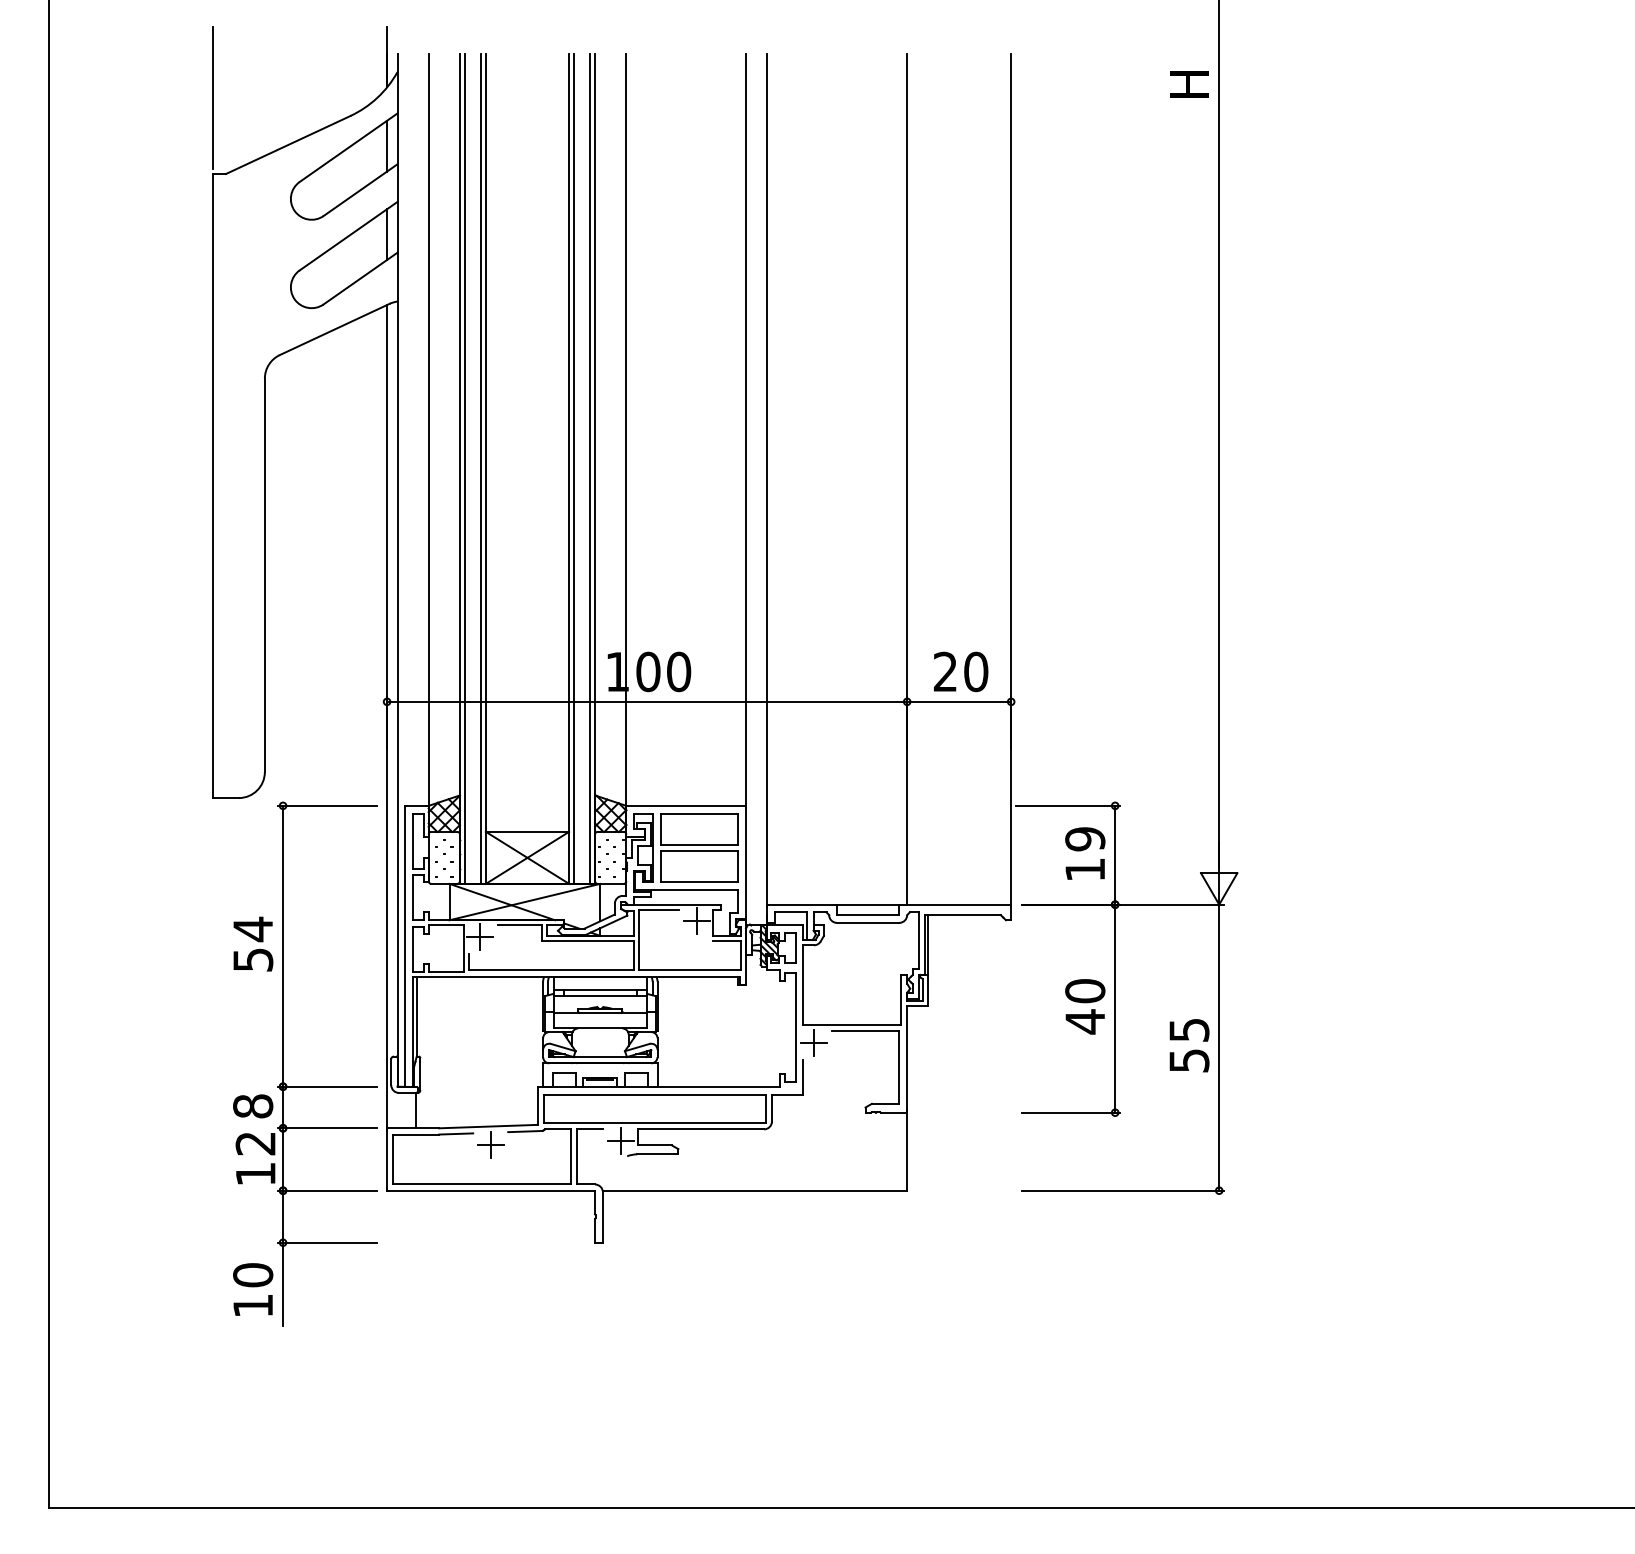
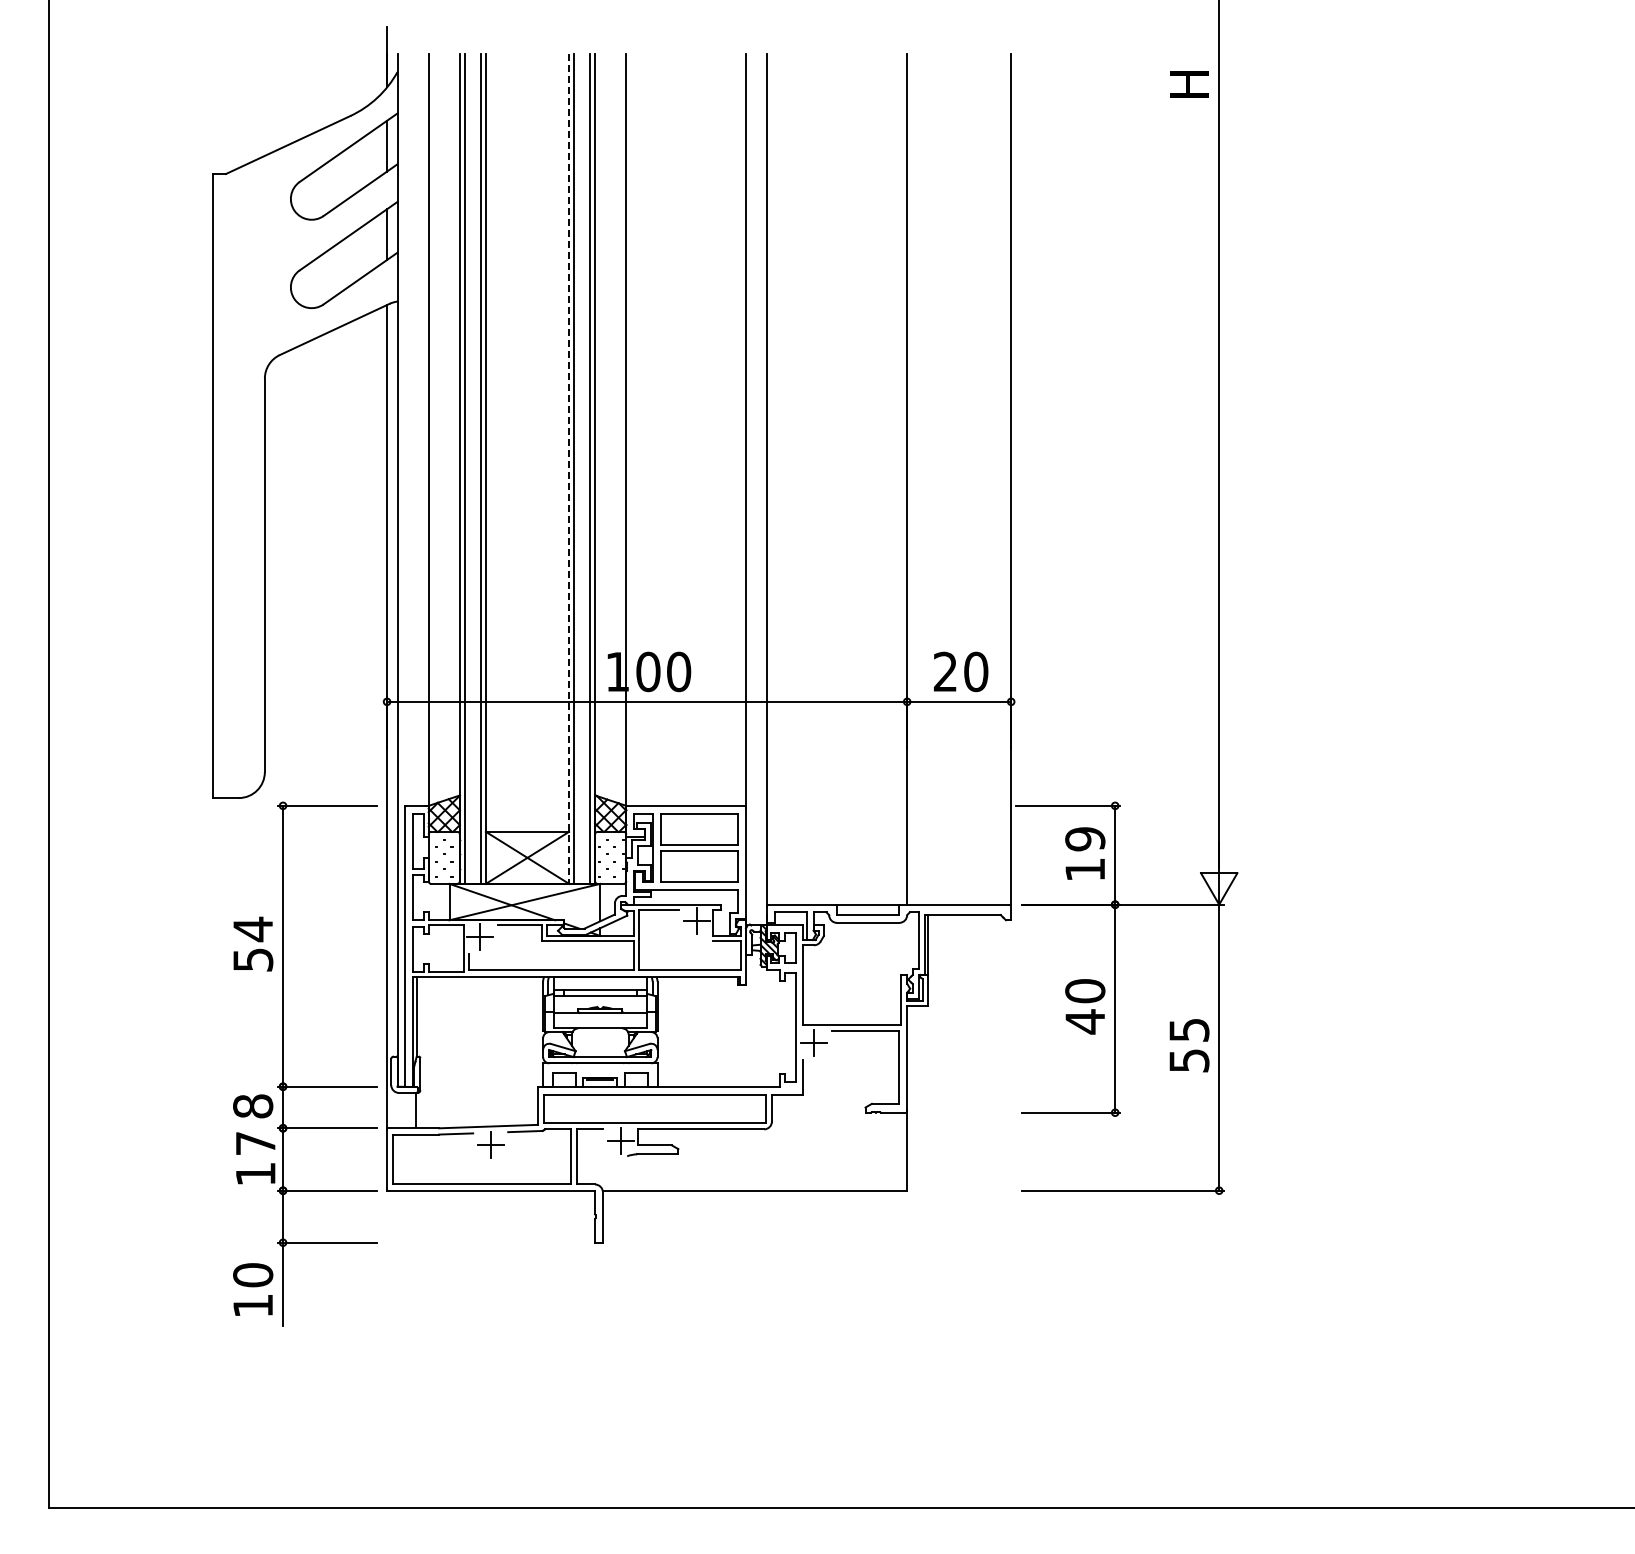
line at (212, 97): present -> none
line at (569, 469): solid -> dashed
text at (255, 1143): 12 -> 17
